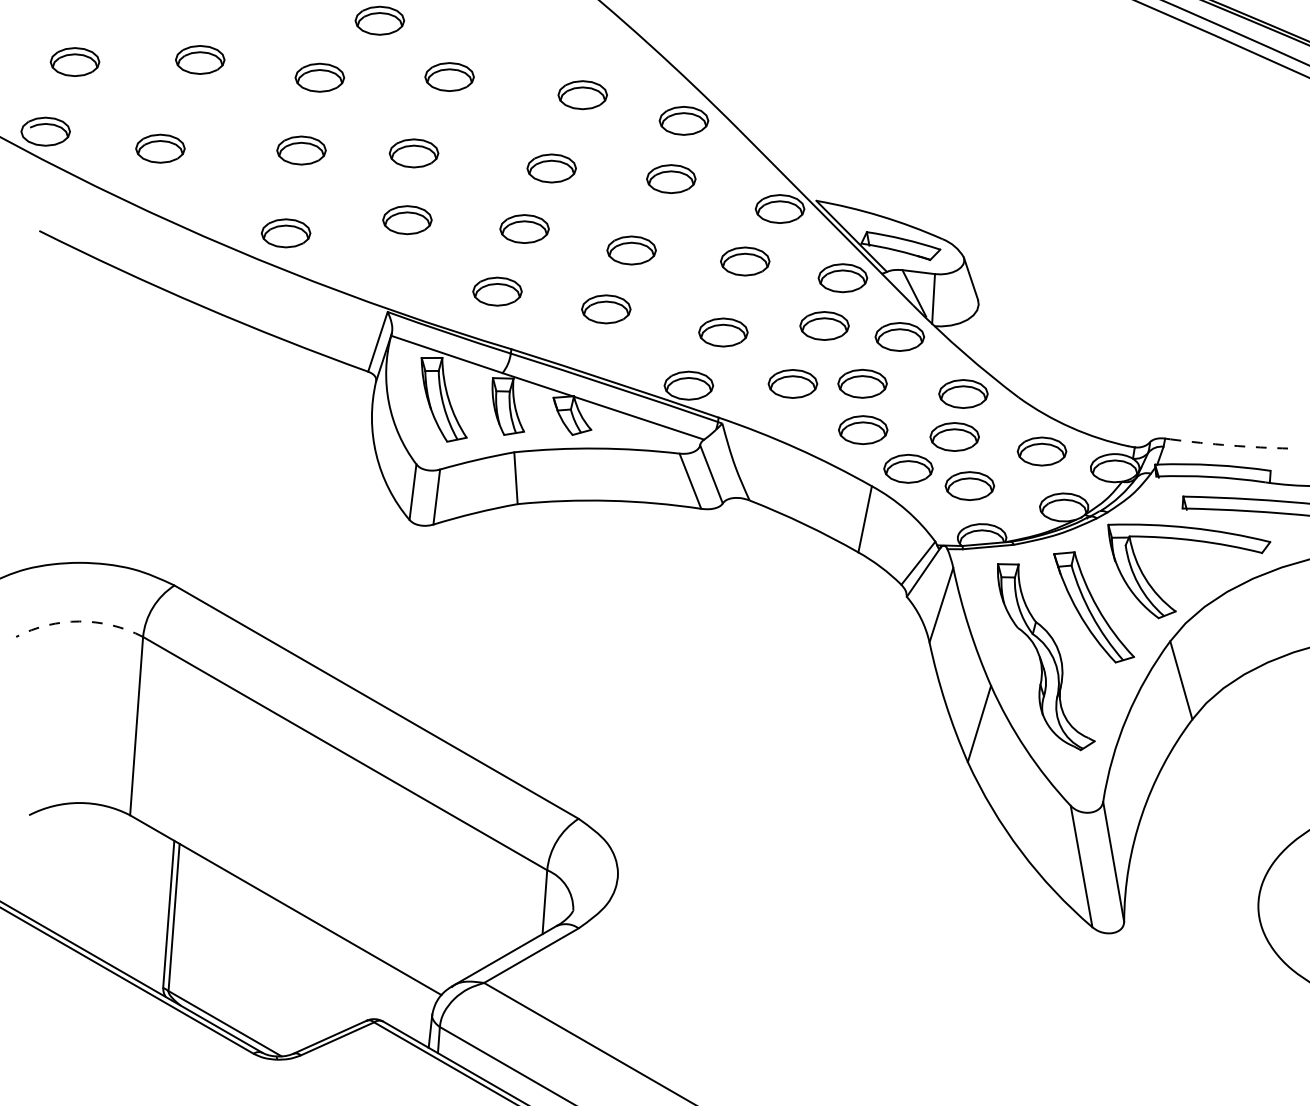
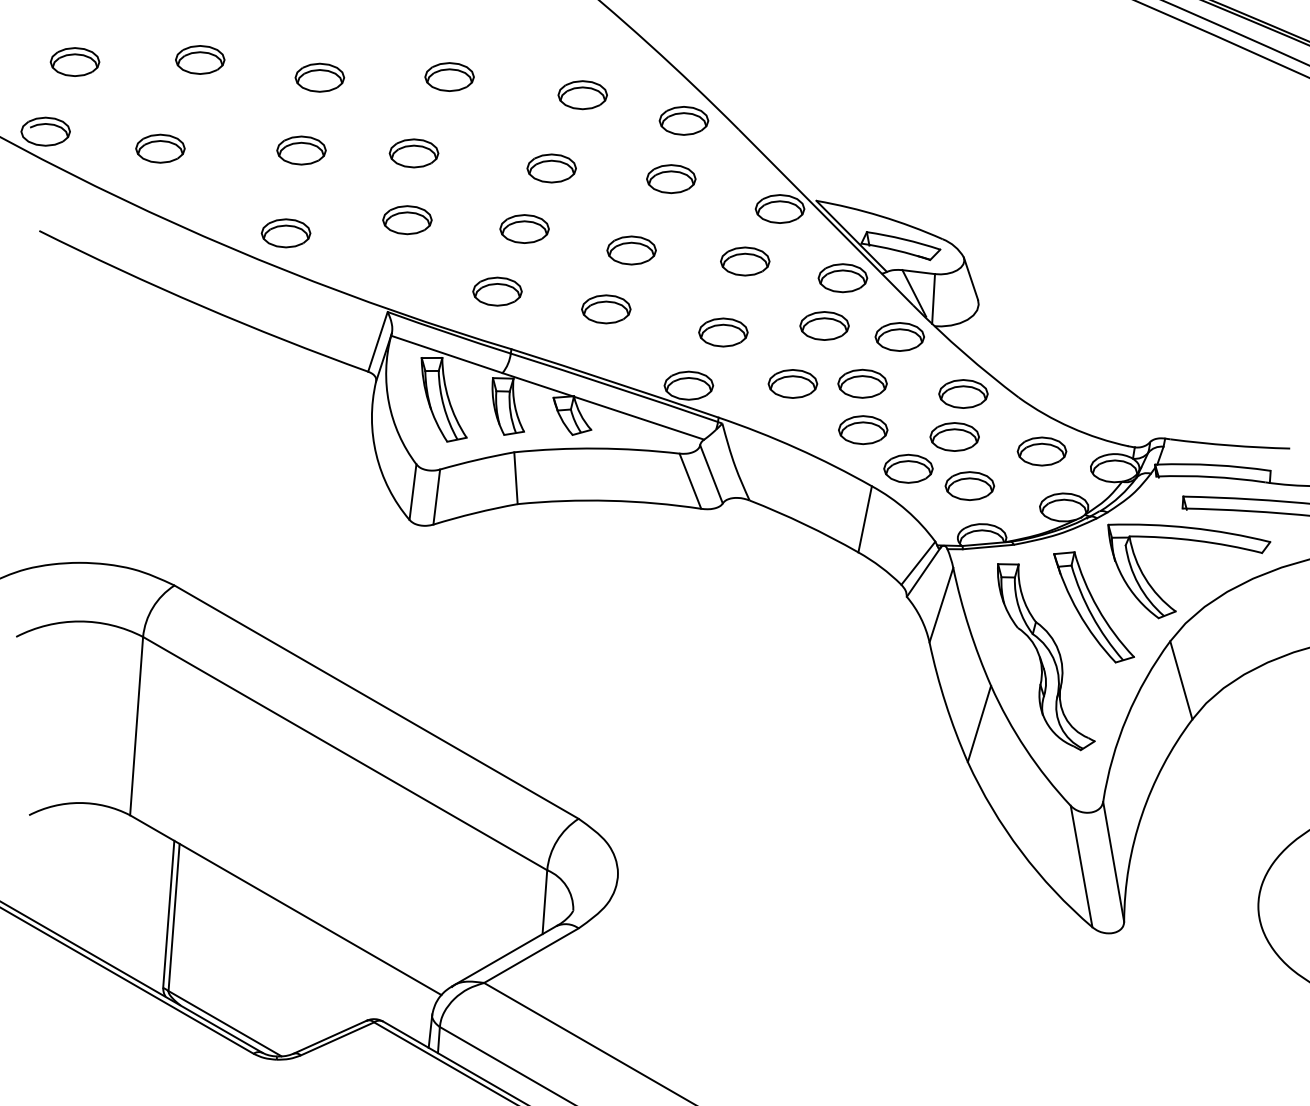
part at (379, 20): present -> none
arc at (1230, 445): dashed -> solid
arc at (79, 621): dashed -> solid
